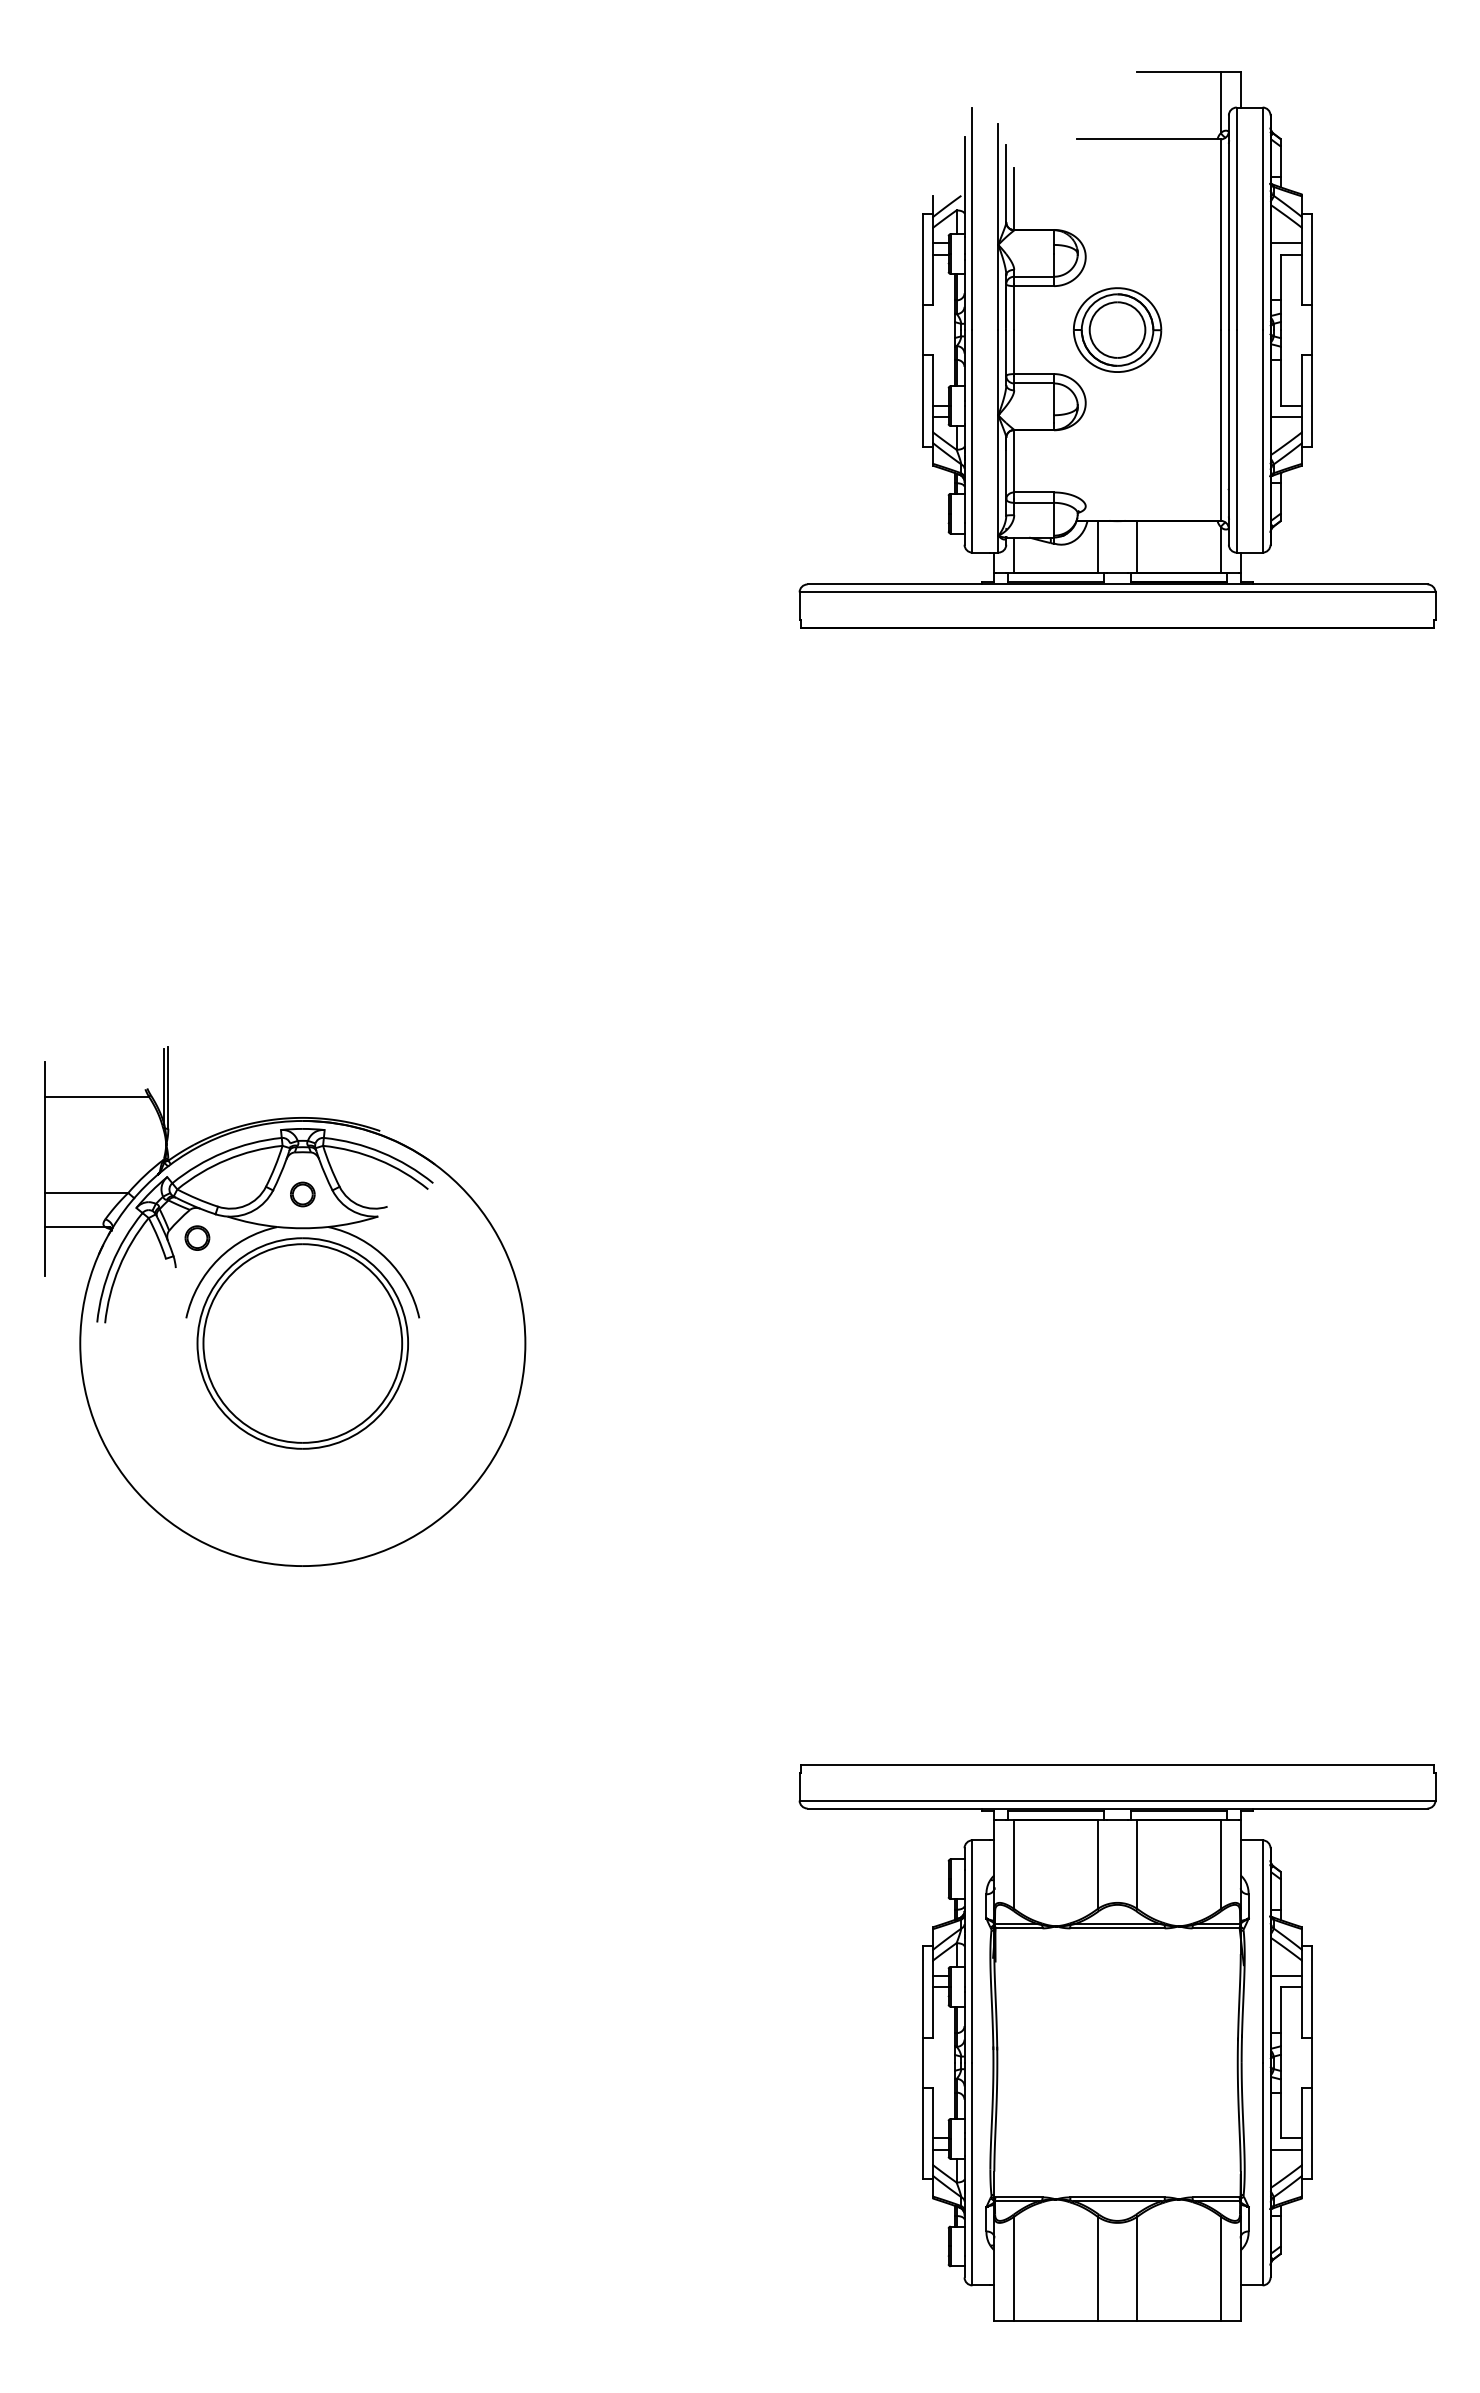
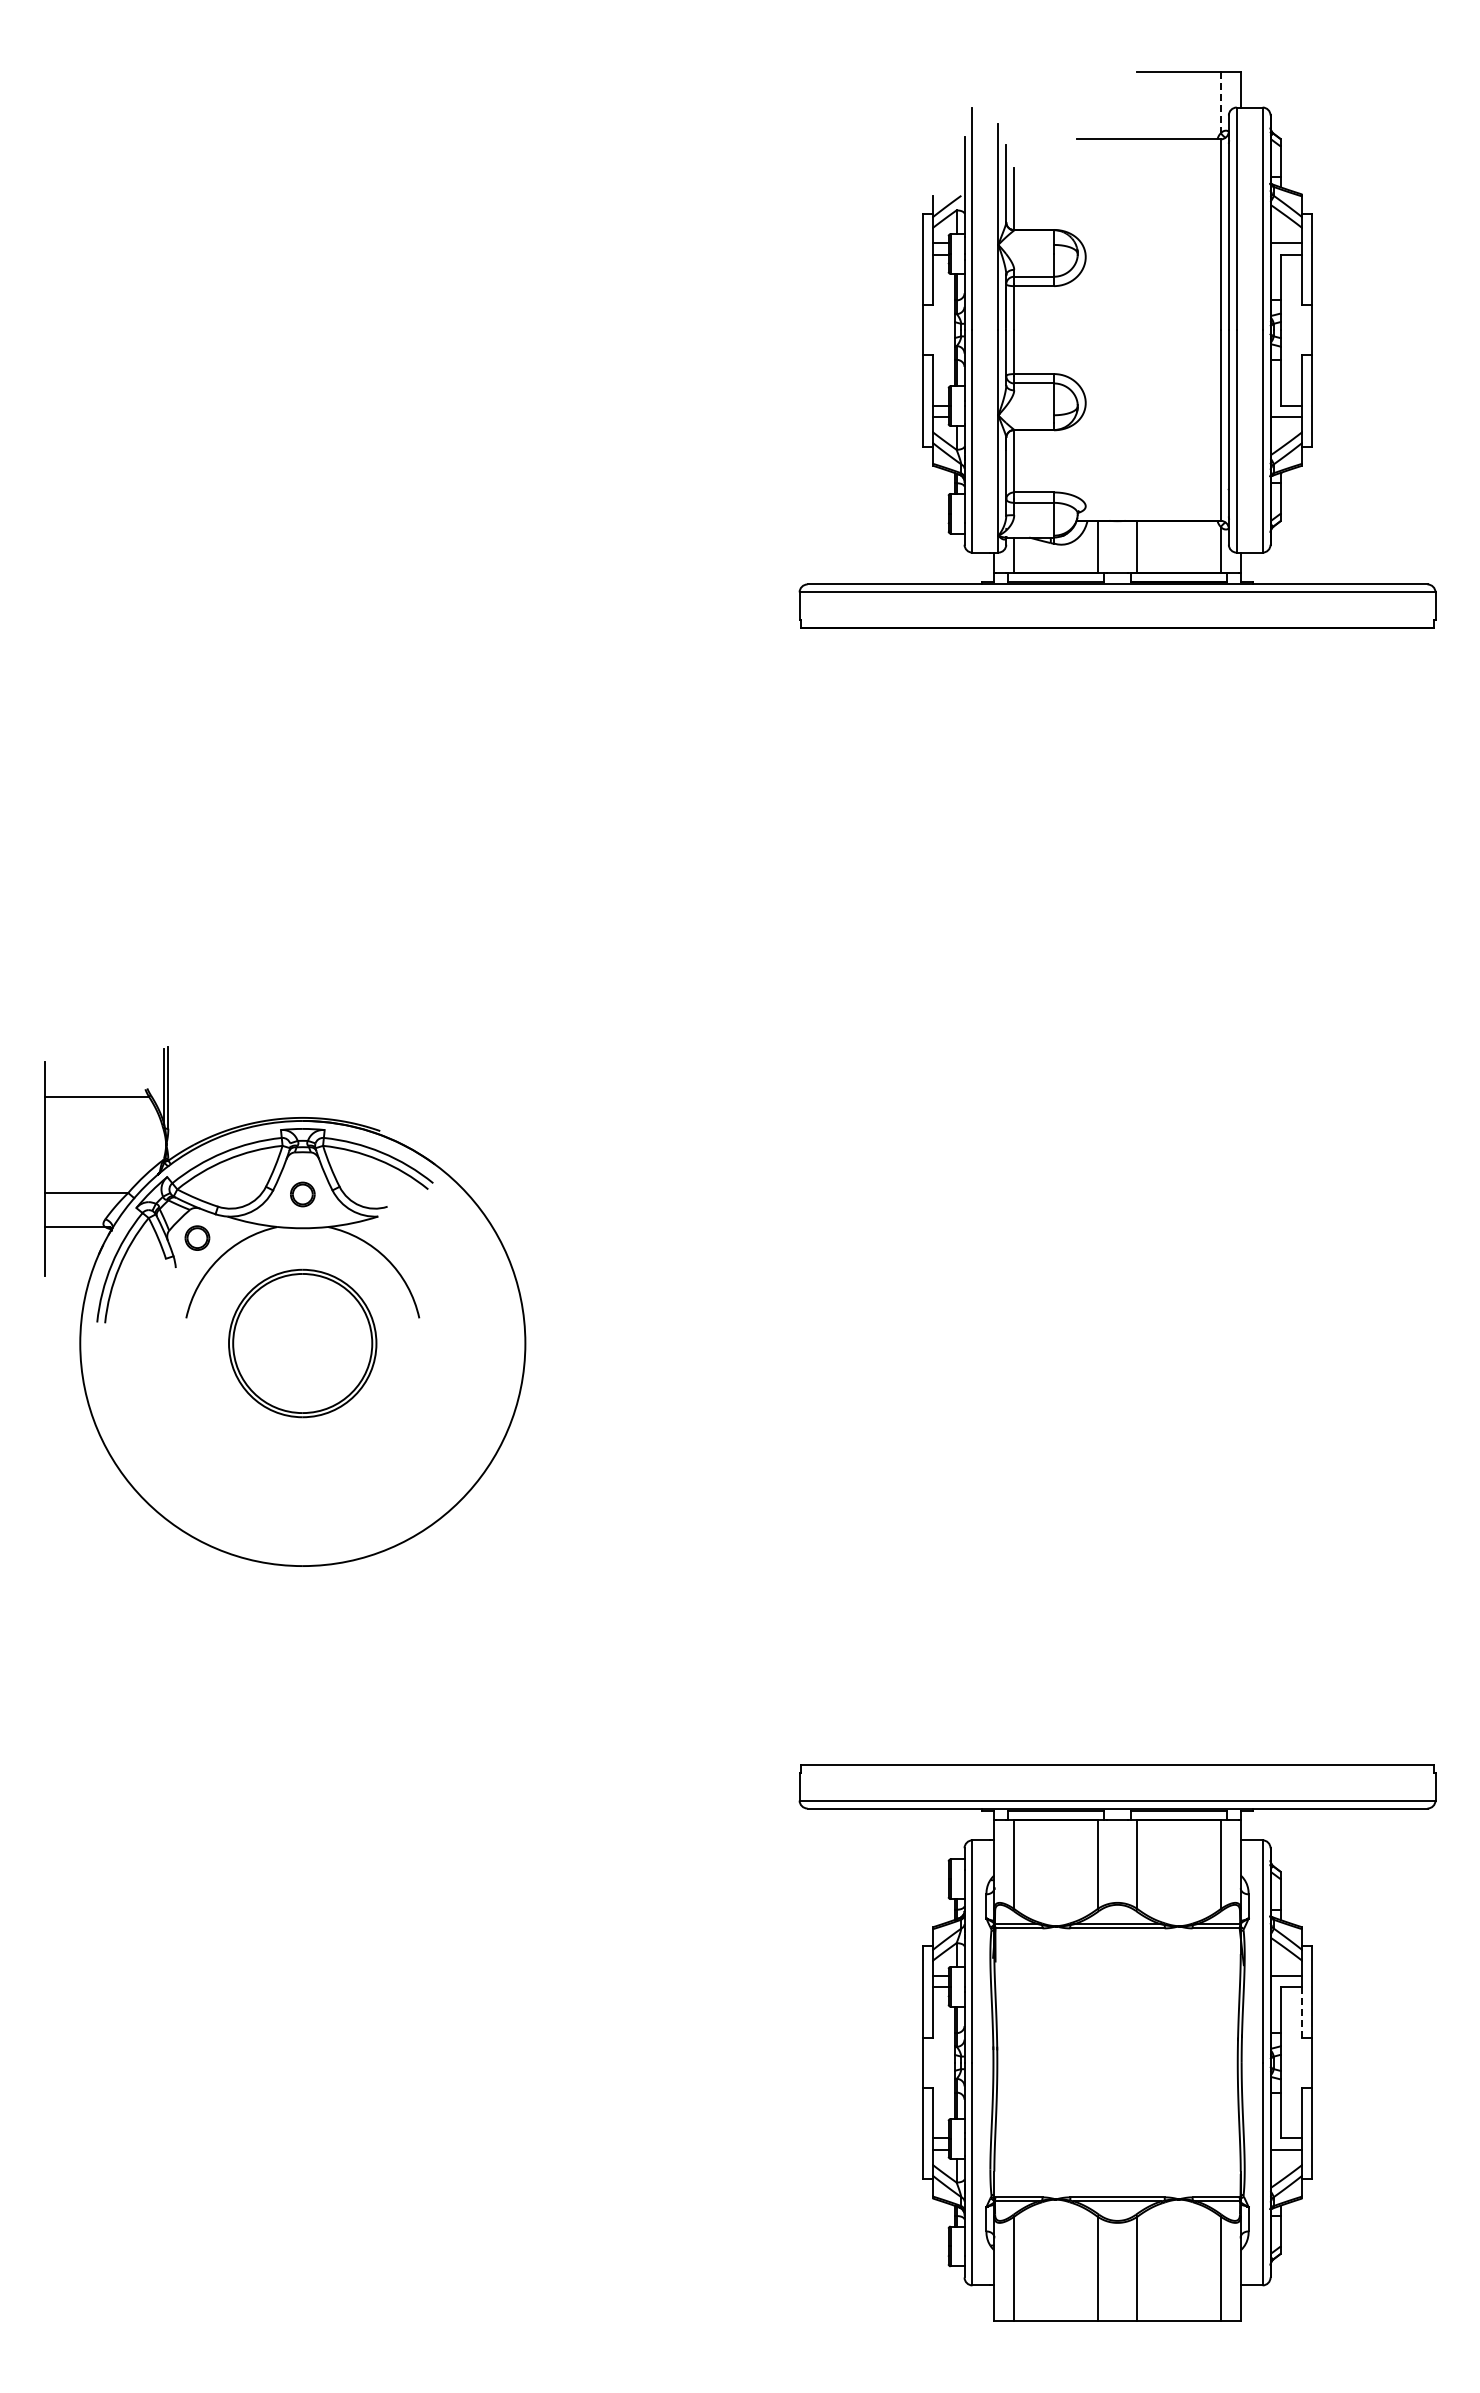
line at (1220, 102): solid -> dashed
part at (1117, 329): present -> none
part at (302, 1343) size: 213x213 px -> 150x151 px
line at (1302, 2012): solid -> dashed
